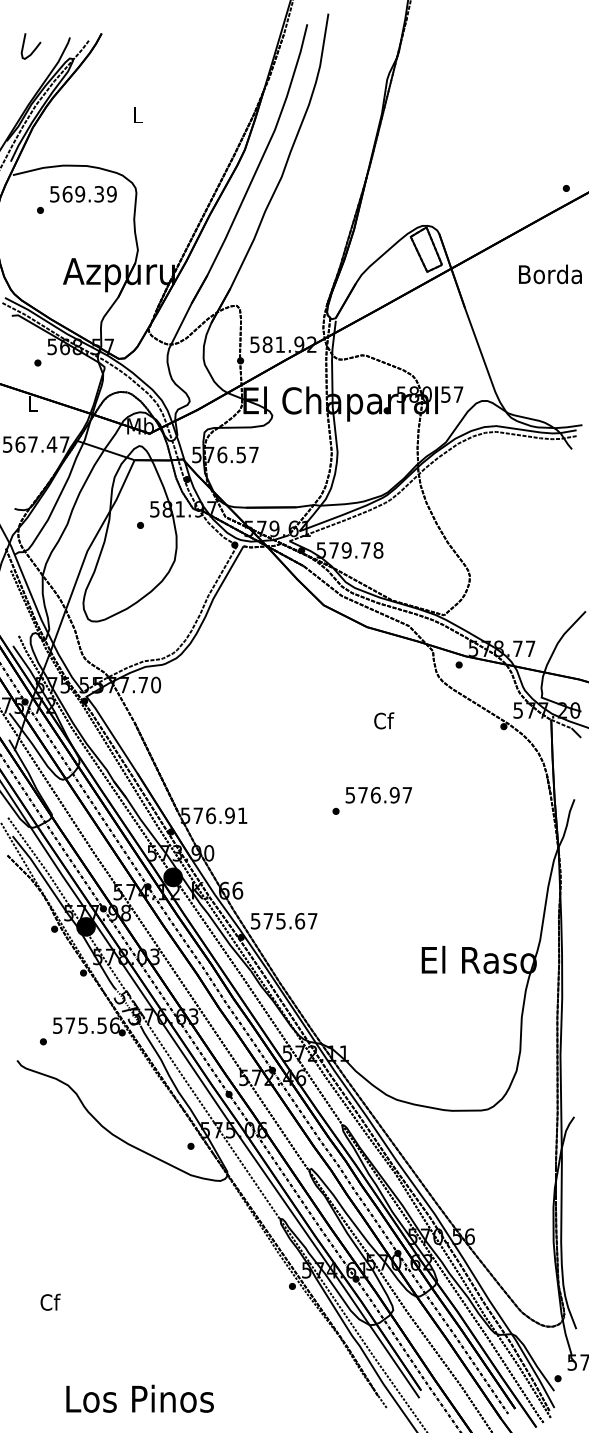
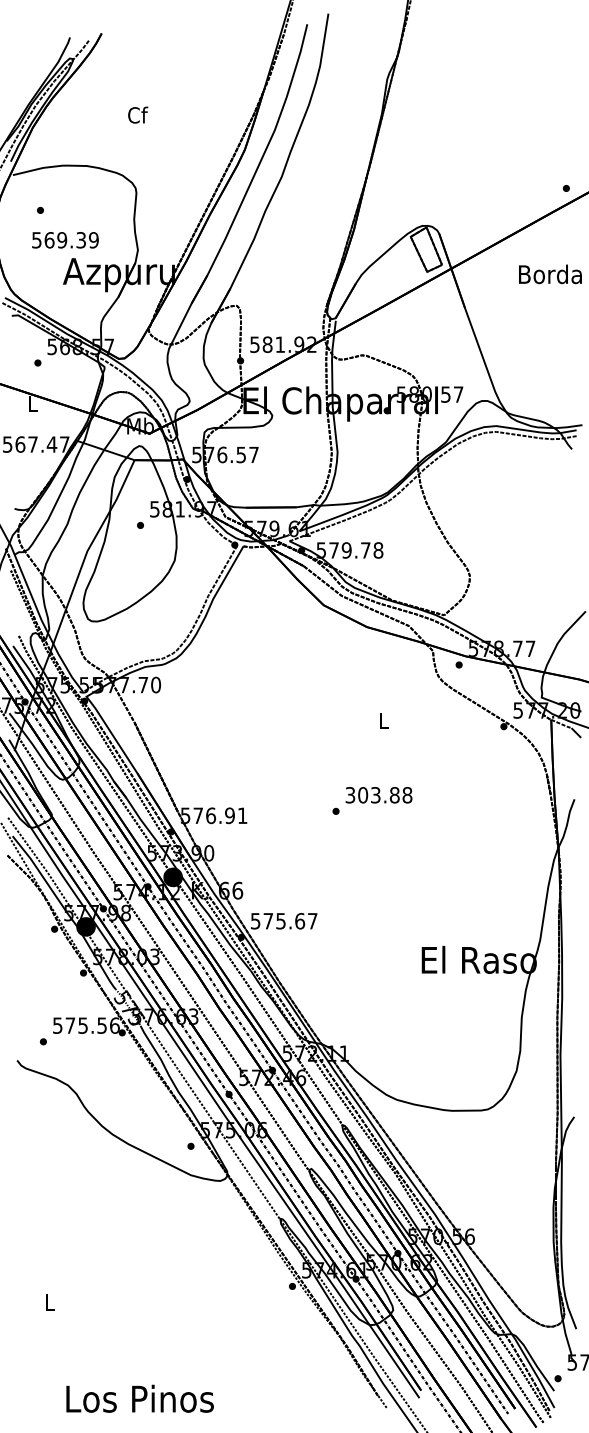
curve at (33, 49): present -> none
text at (138, 114): L -> Cf
text at (83, 194) position: (83, 194) -> (65, 240)
text at (384, 720): Cf -> L
text at (379, 795): 576.97 -> 303.88
text at (50, 1301): Cf -> L
